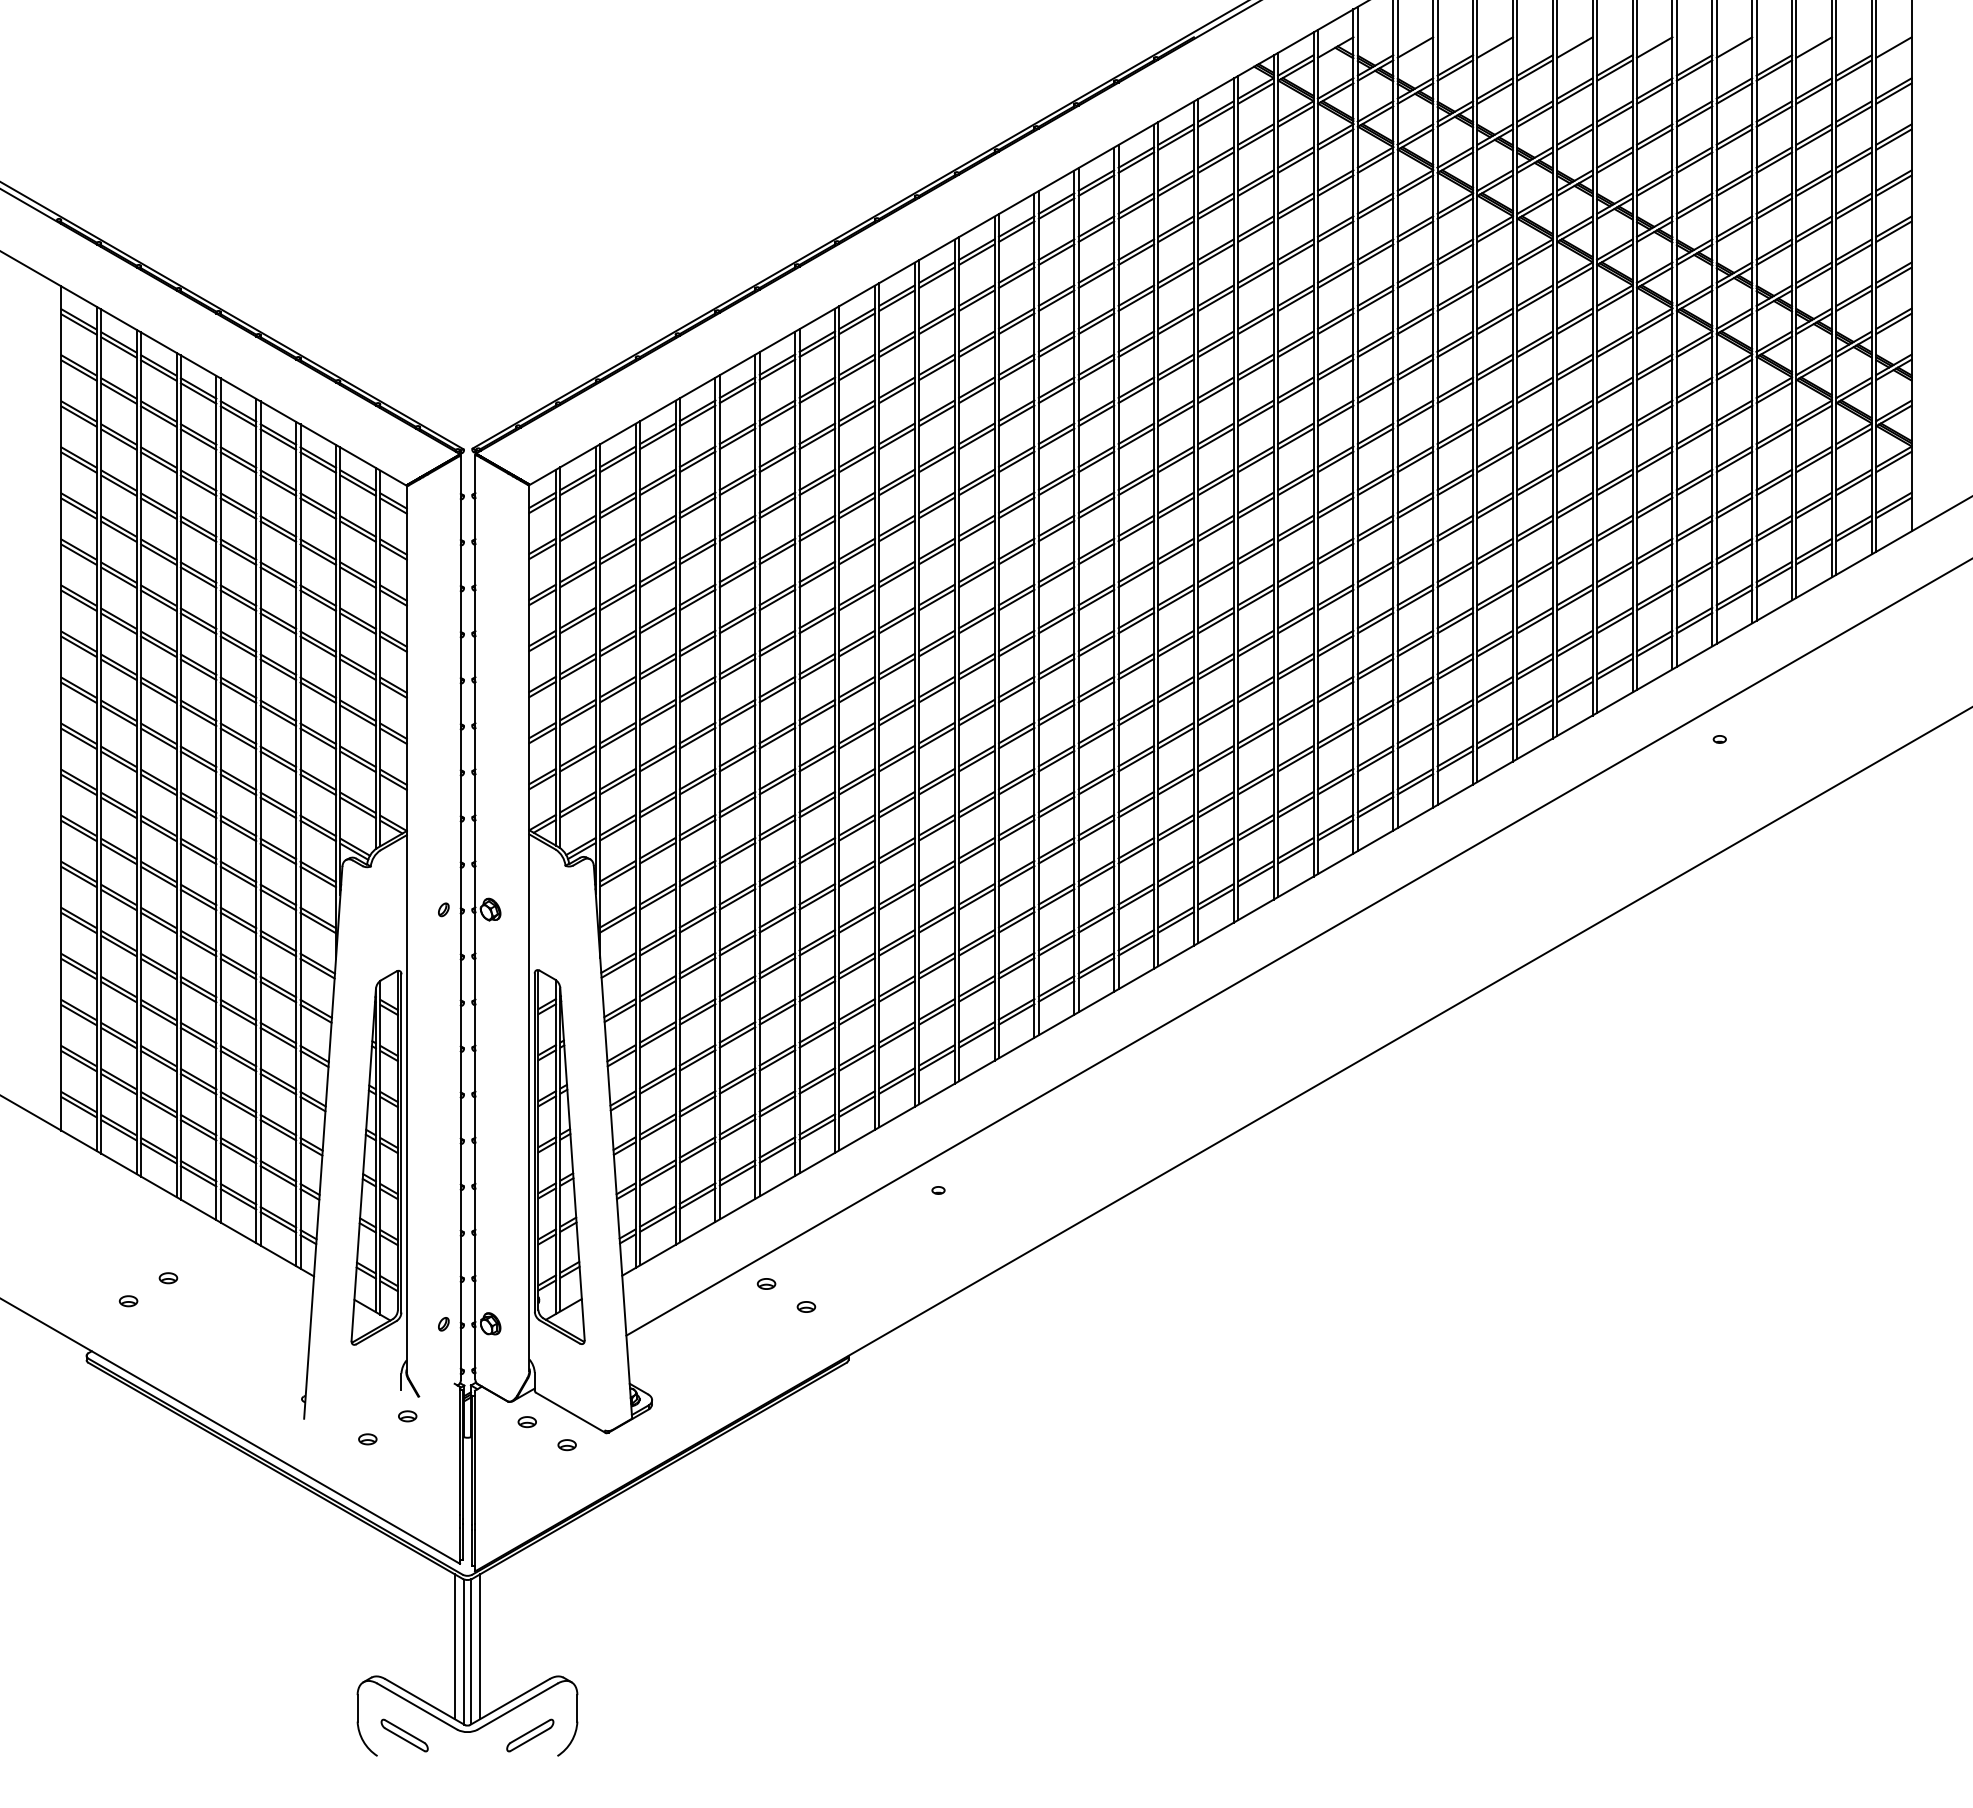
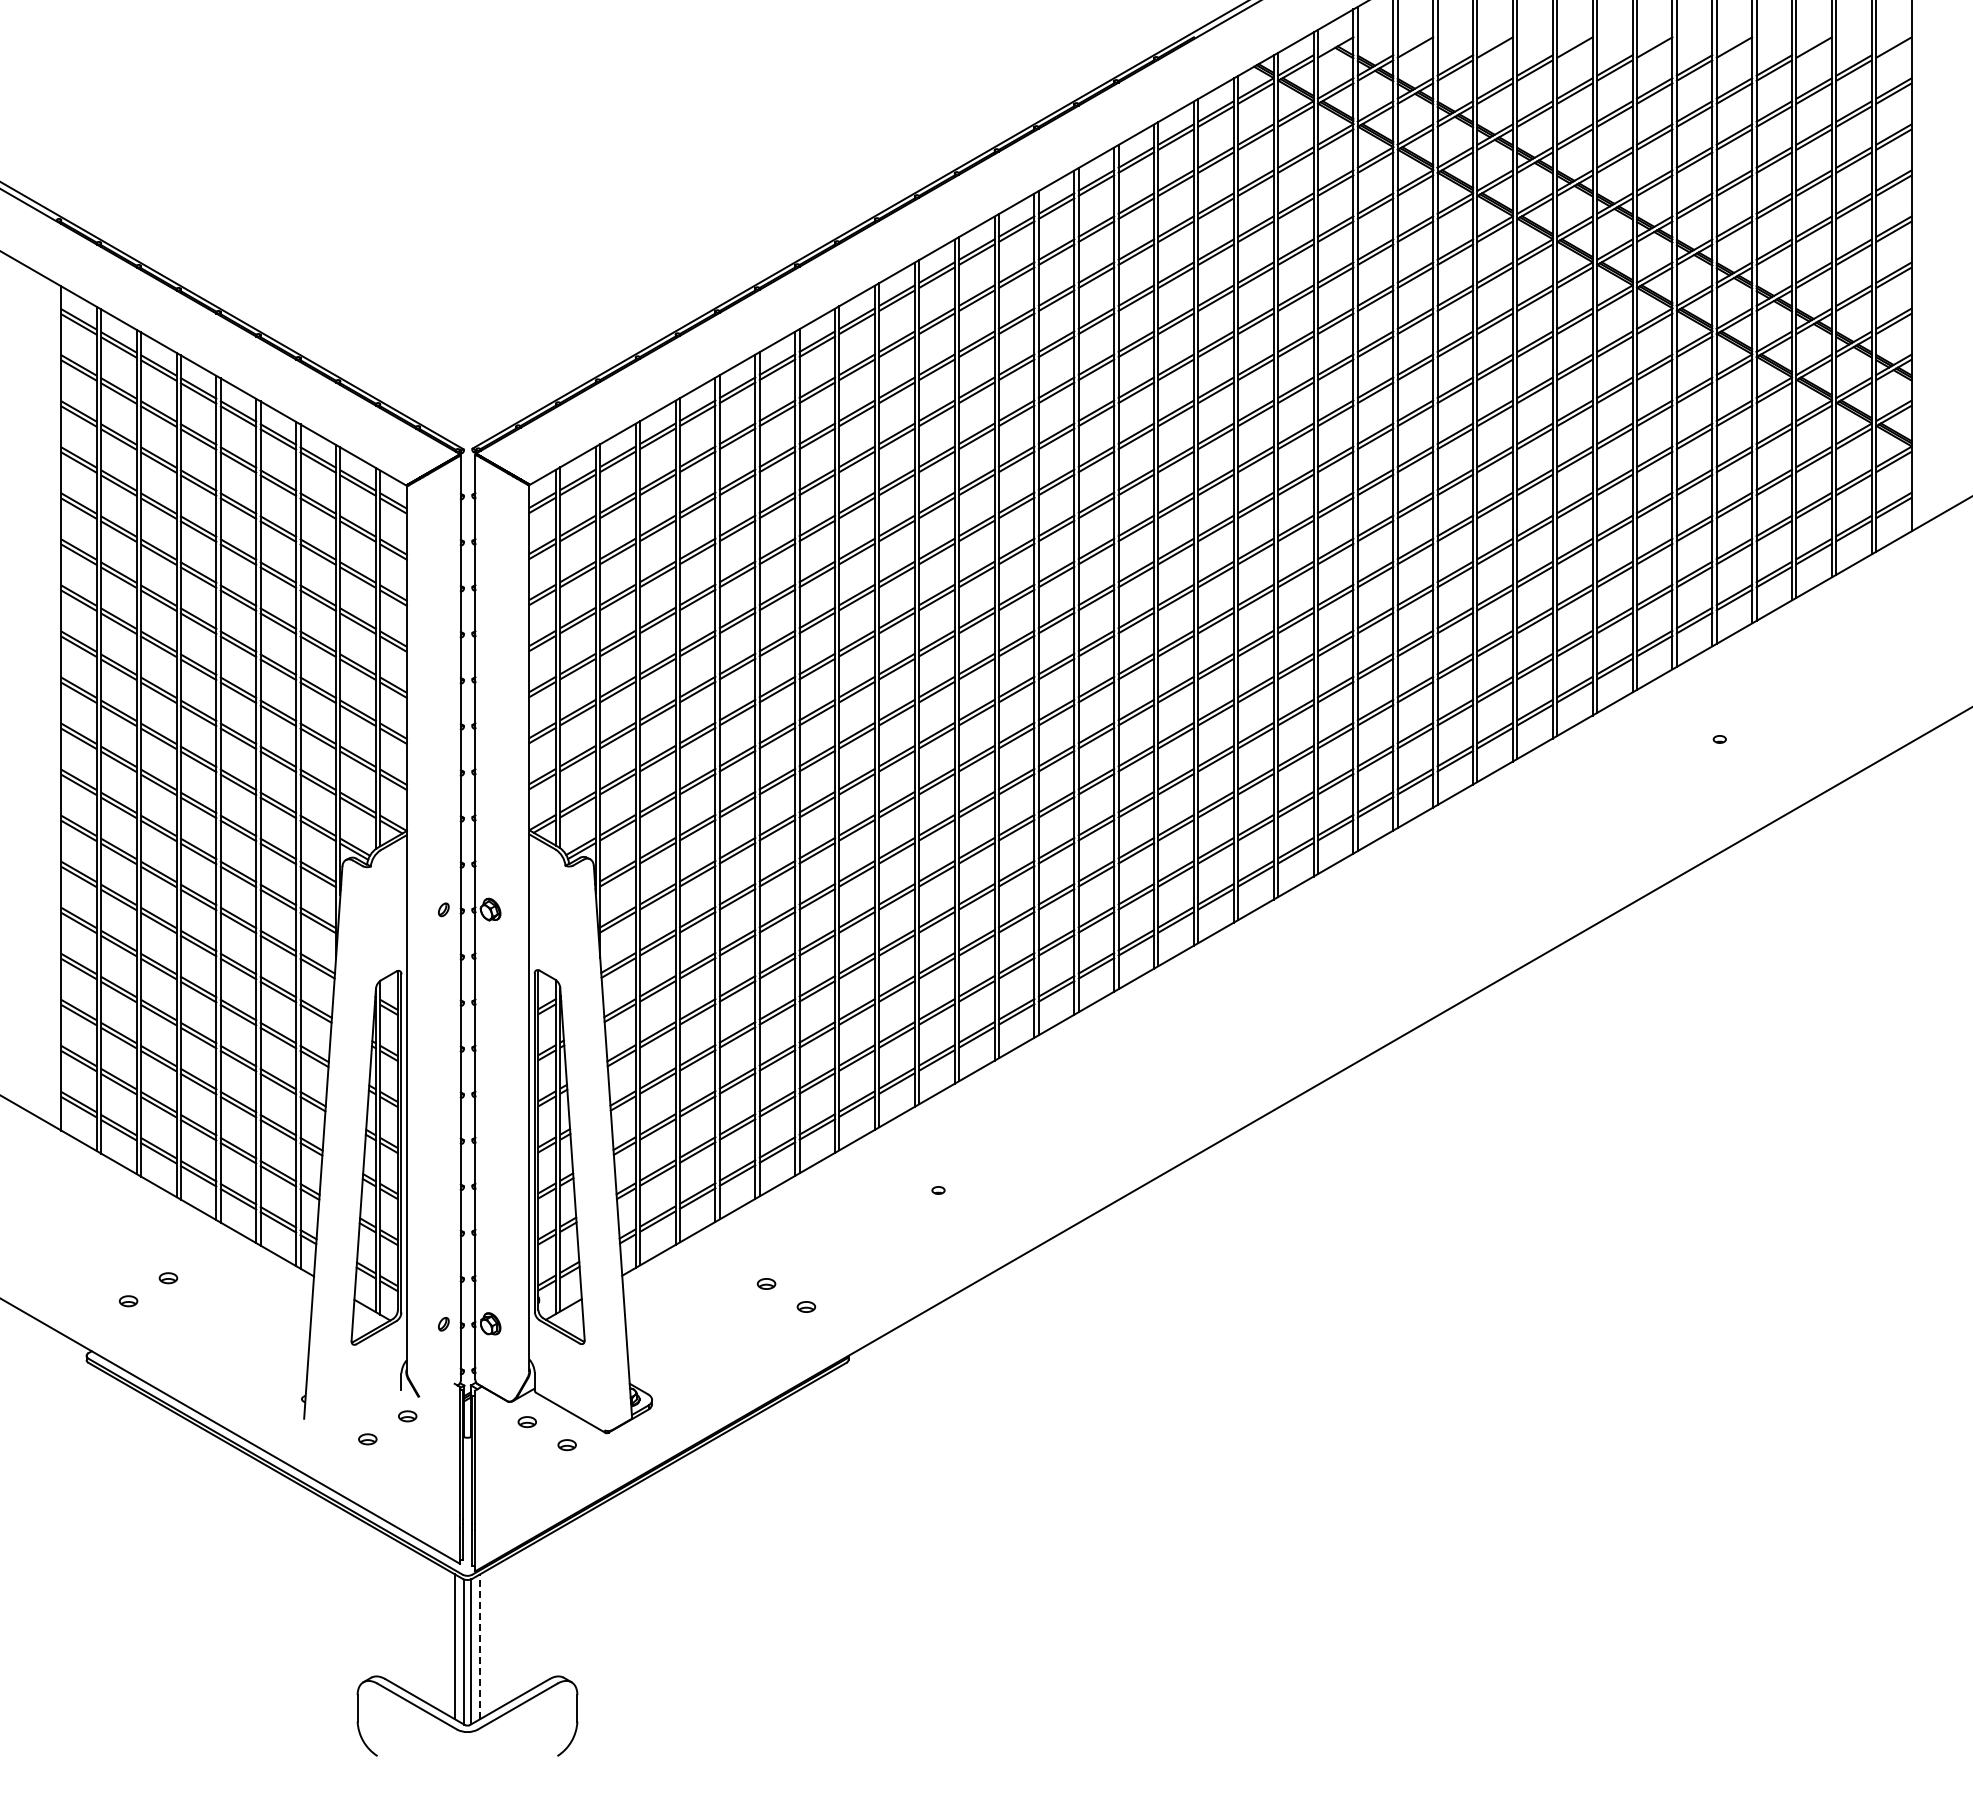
line at (1297, 947): present -> none
line at (480, 1646): solid -> dashed
part at (404, 1735): present -> none
part at (530, 1735): present -> none
